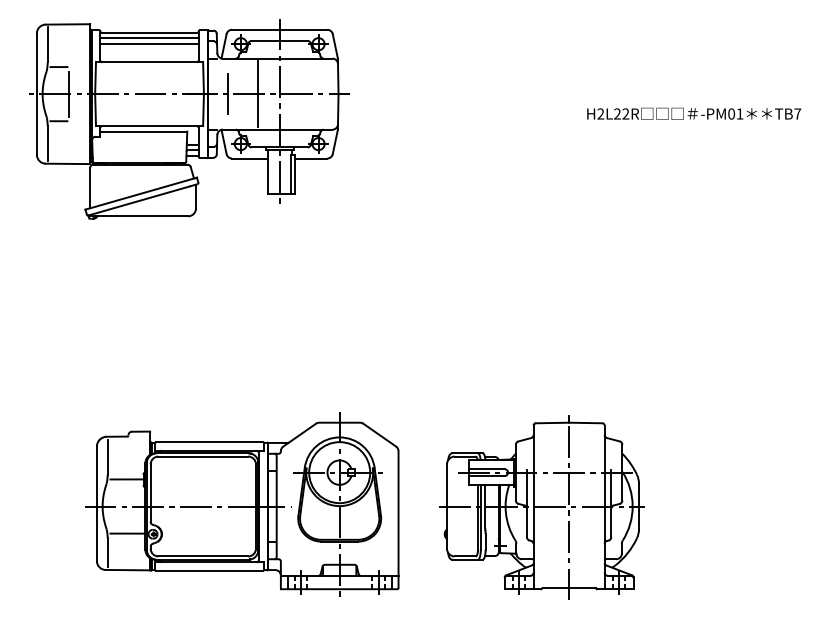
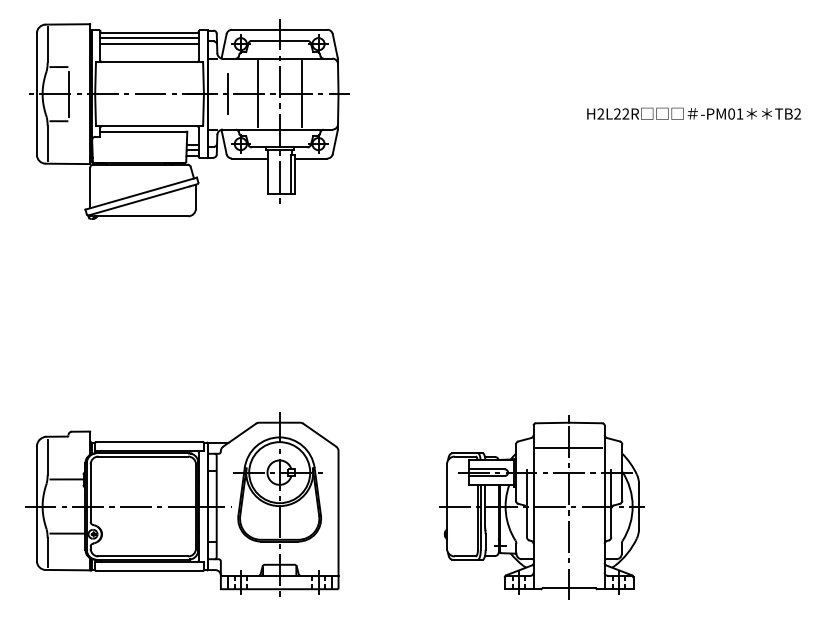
line at (301, 93): none -> present
text at (797, 113): TB7 -> TB2
line at (569, 448): none -> present
part at (242, 504) position: (242, 504) -> (182, 504)
